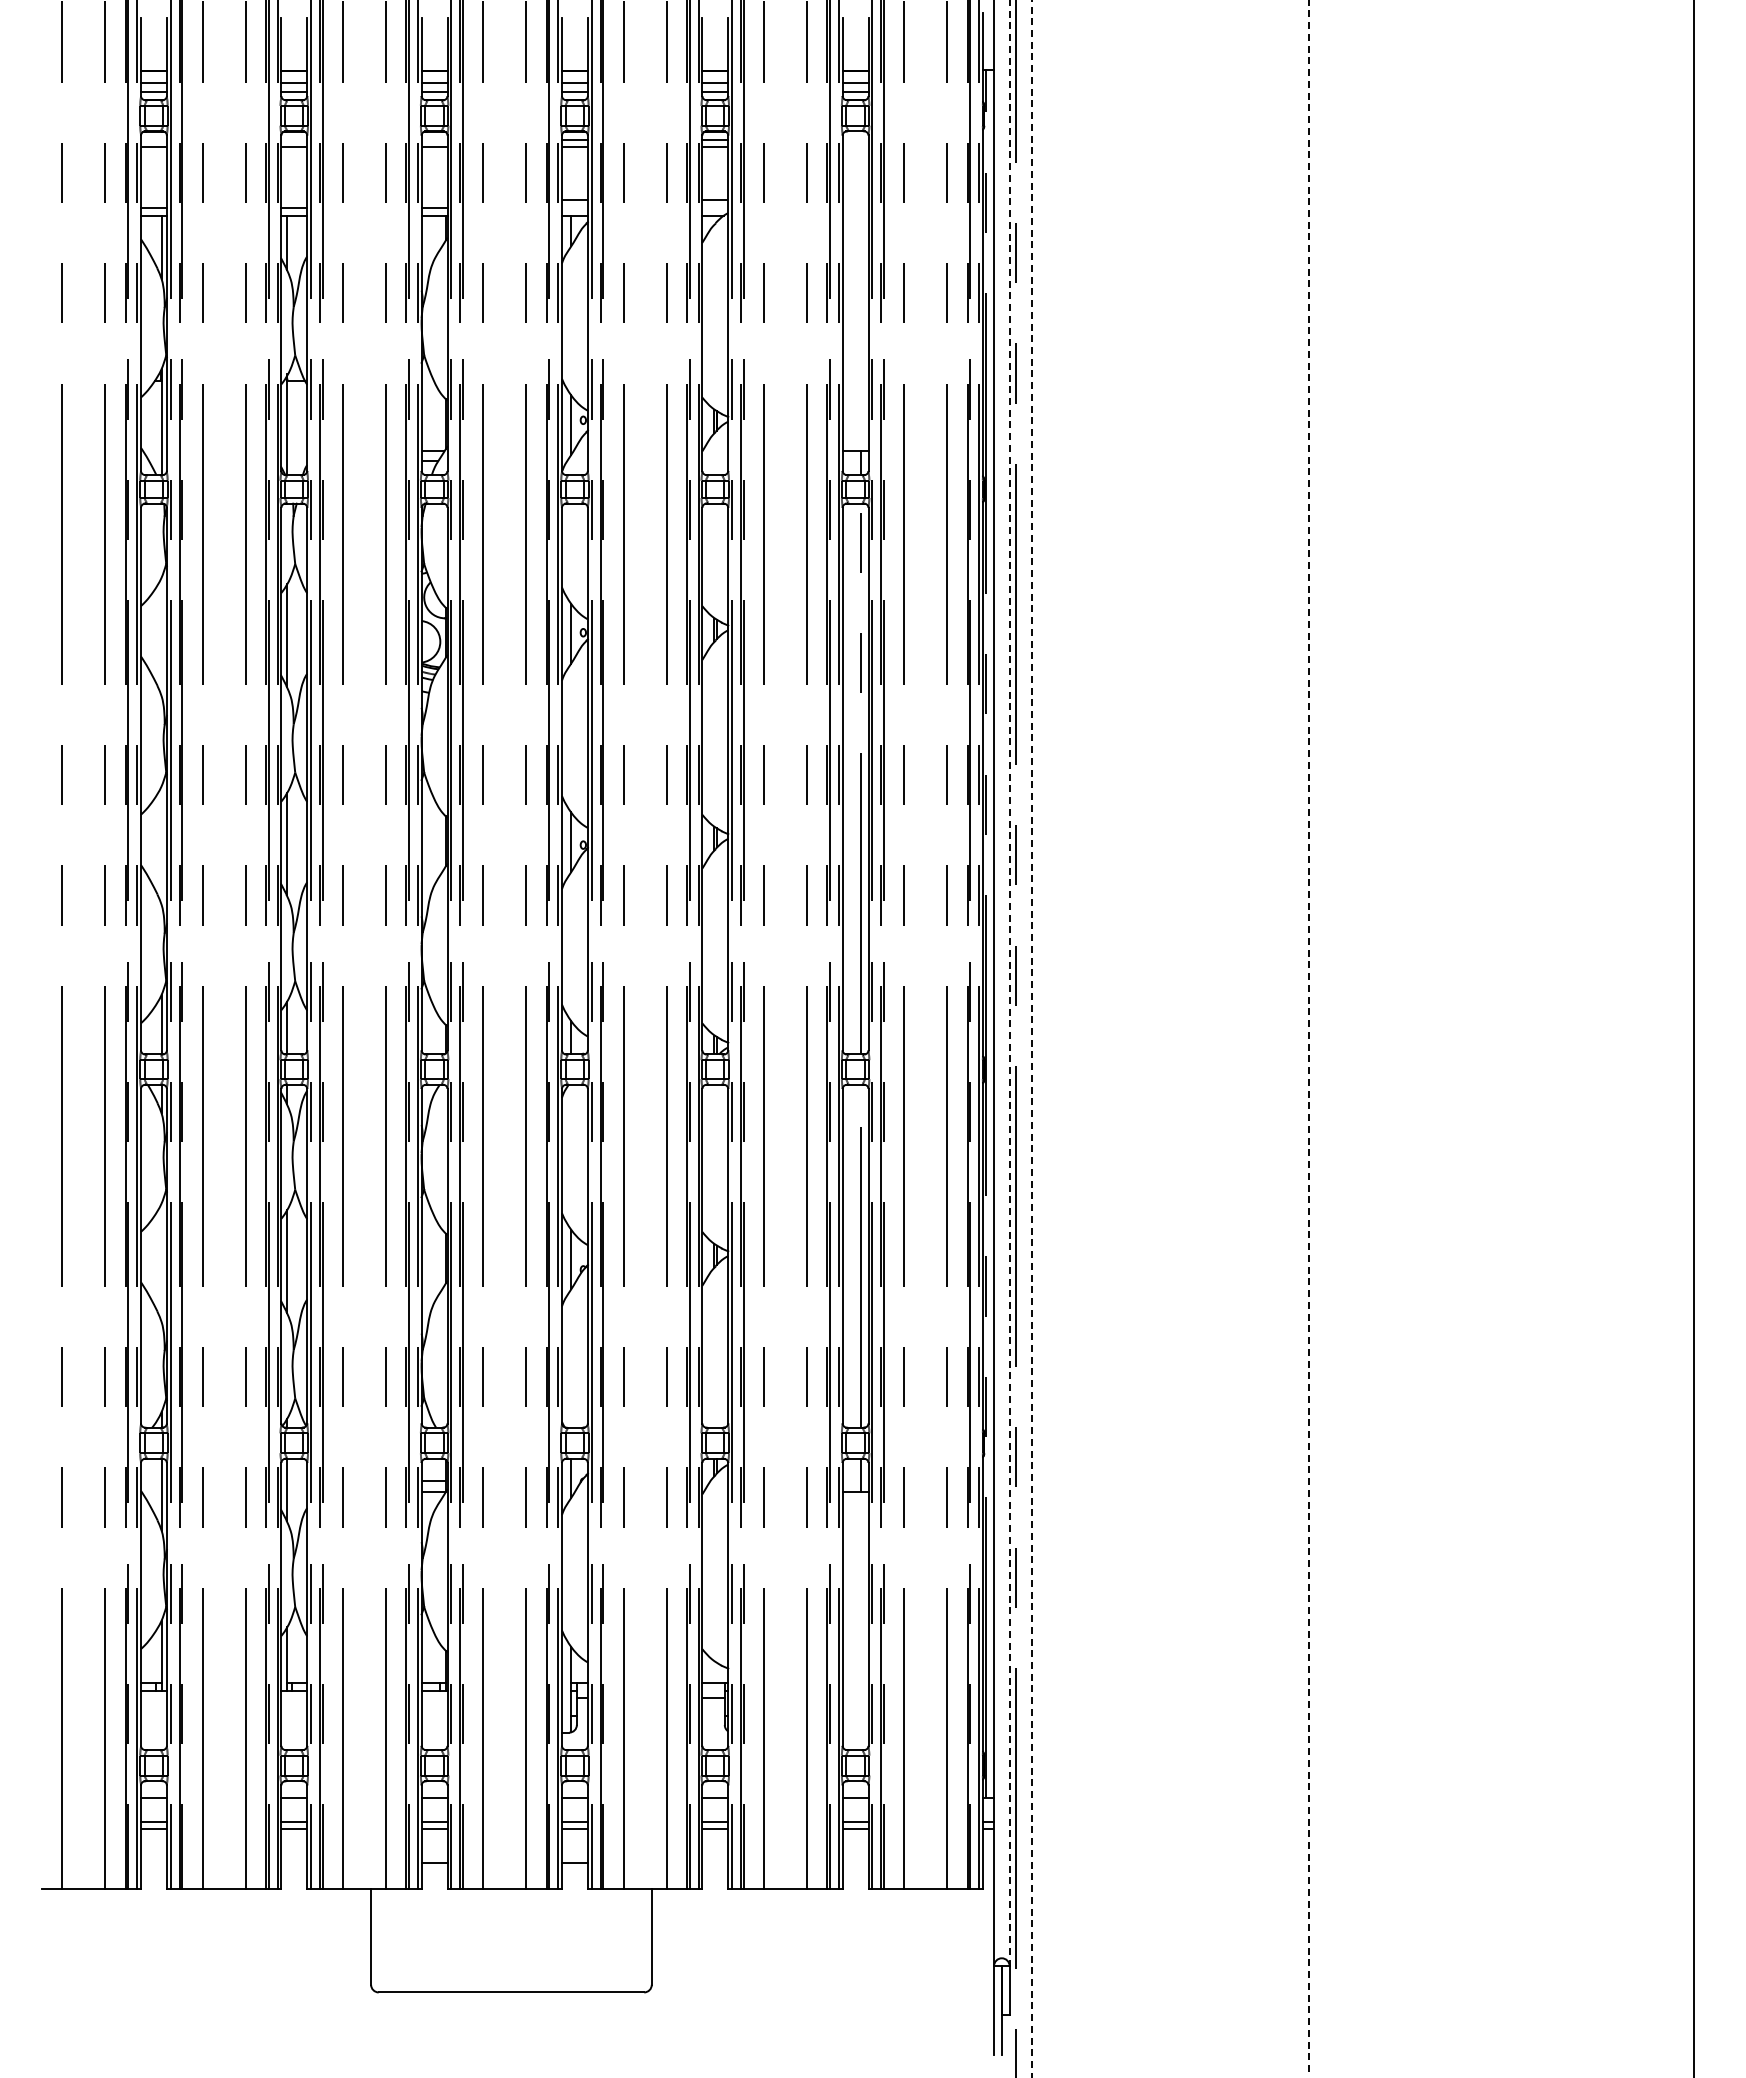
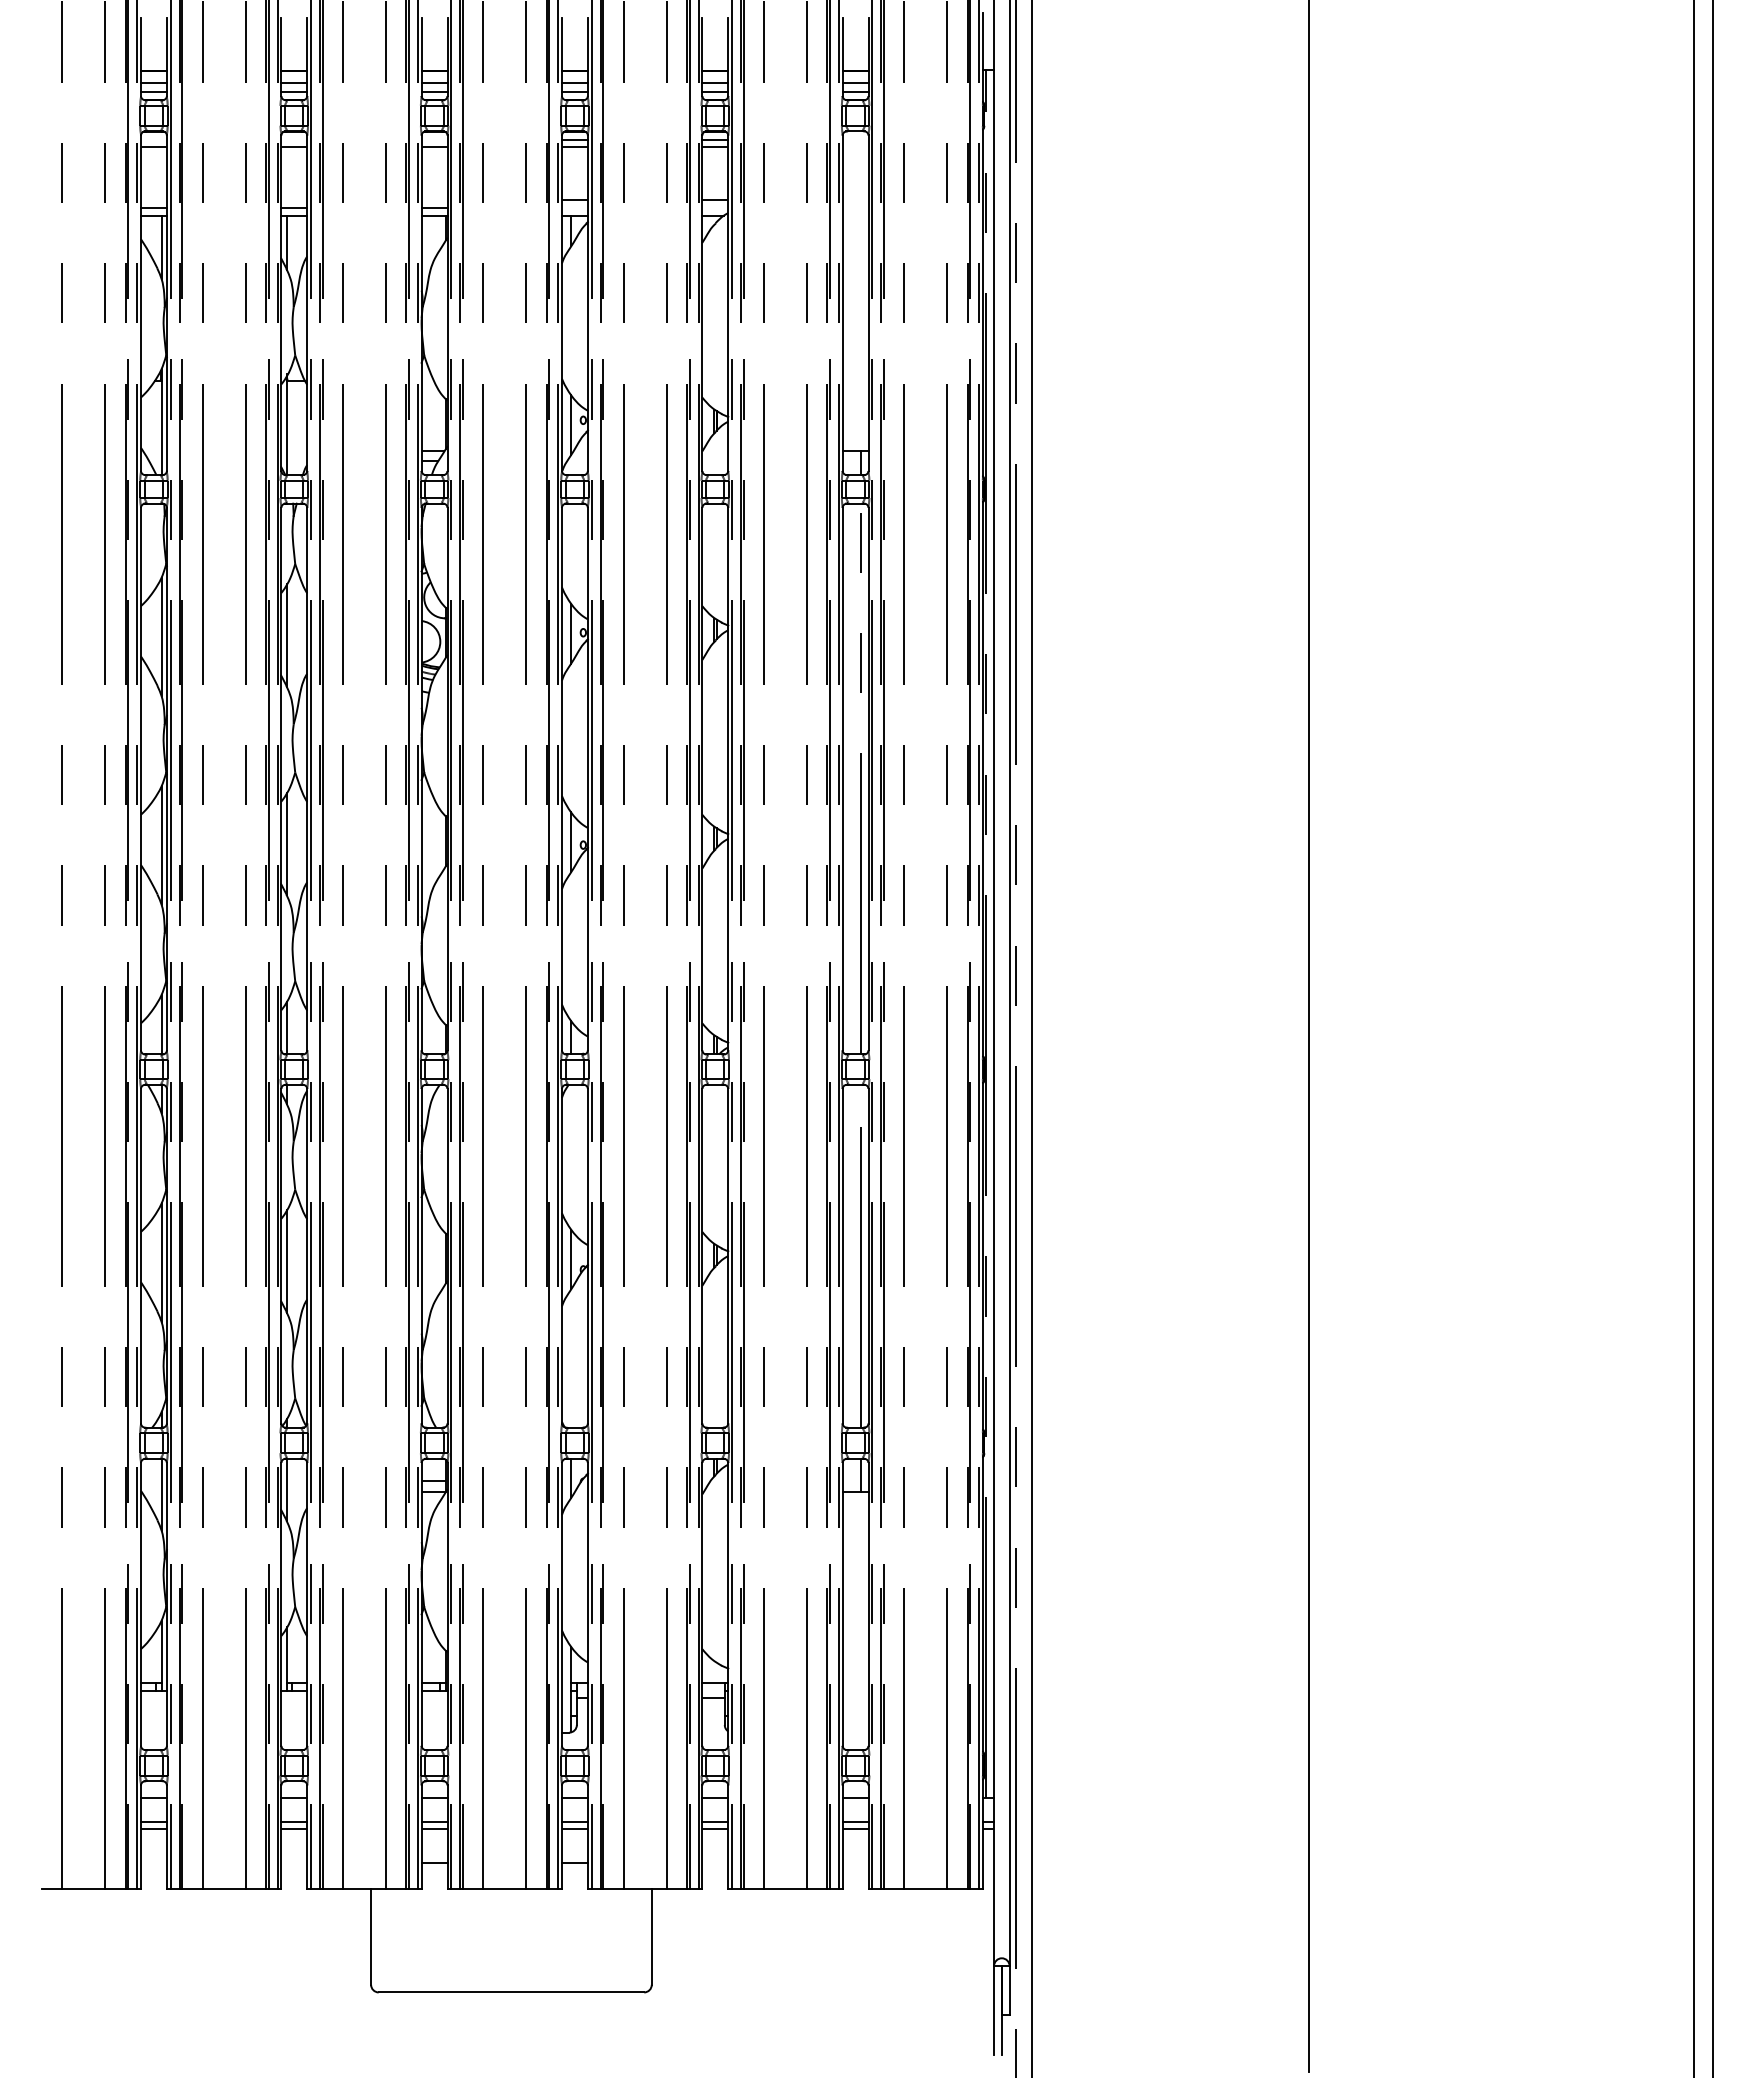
line at (161, 636): none -> present
line at (161, 845): none -> present
line at (1009, 983): dashed -> solid
line at (1308, 1036): dashed -> solid
line at (1712, 1038): none -> present
line at (1032, 1039): dashed -> solid
line at (161, 1262): none -> present
